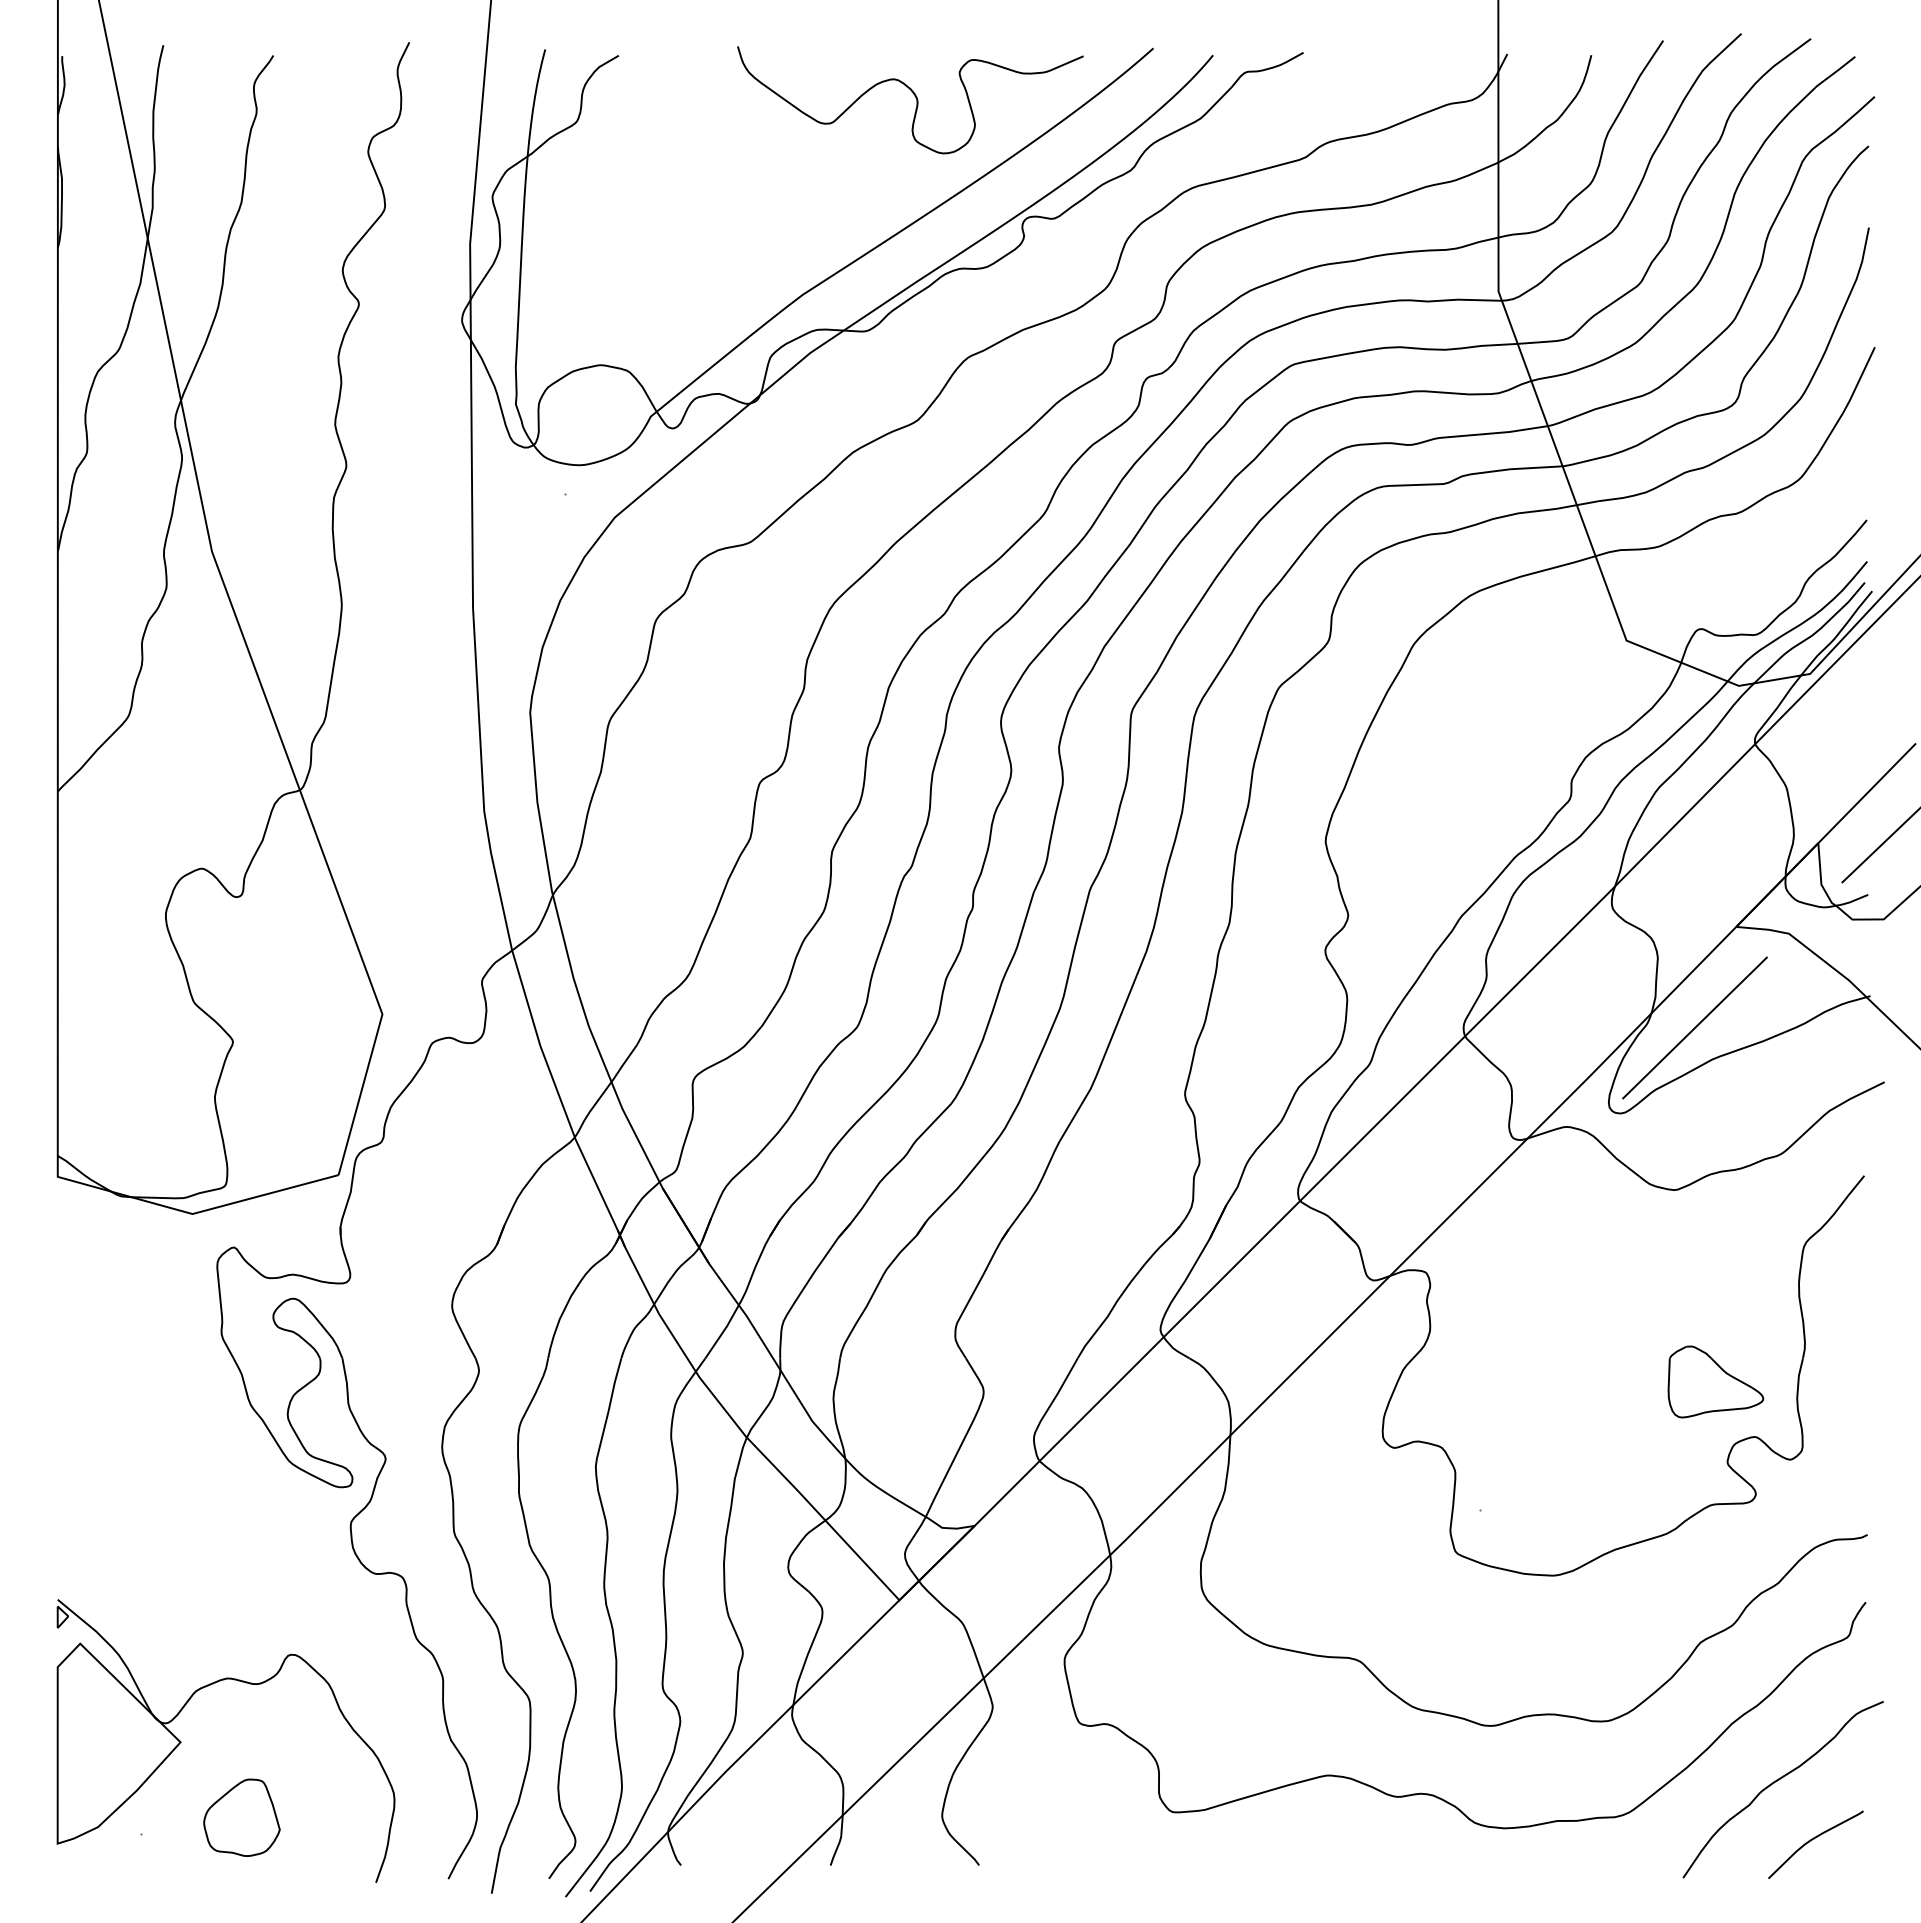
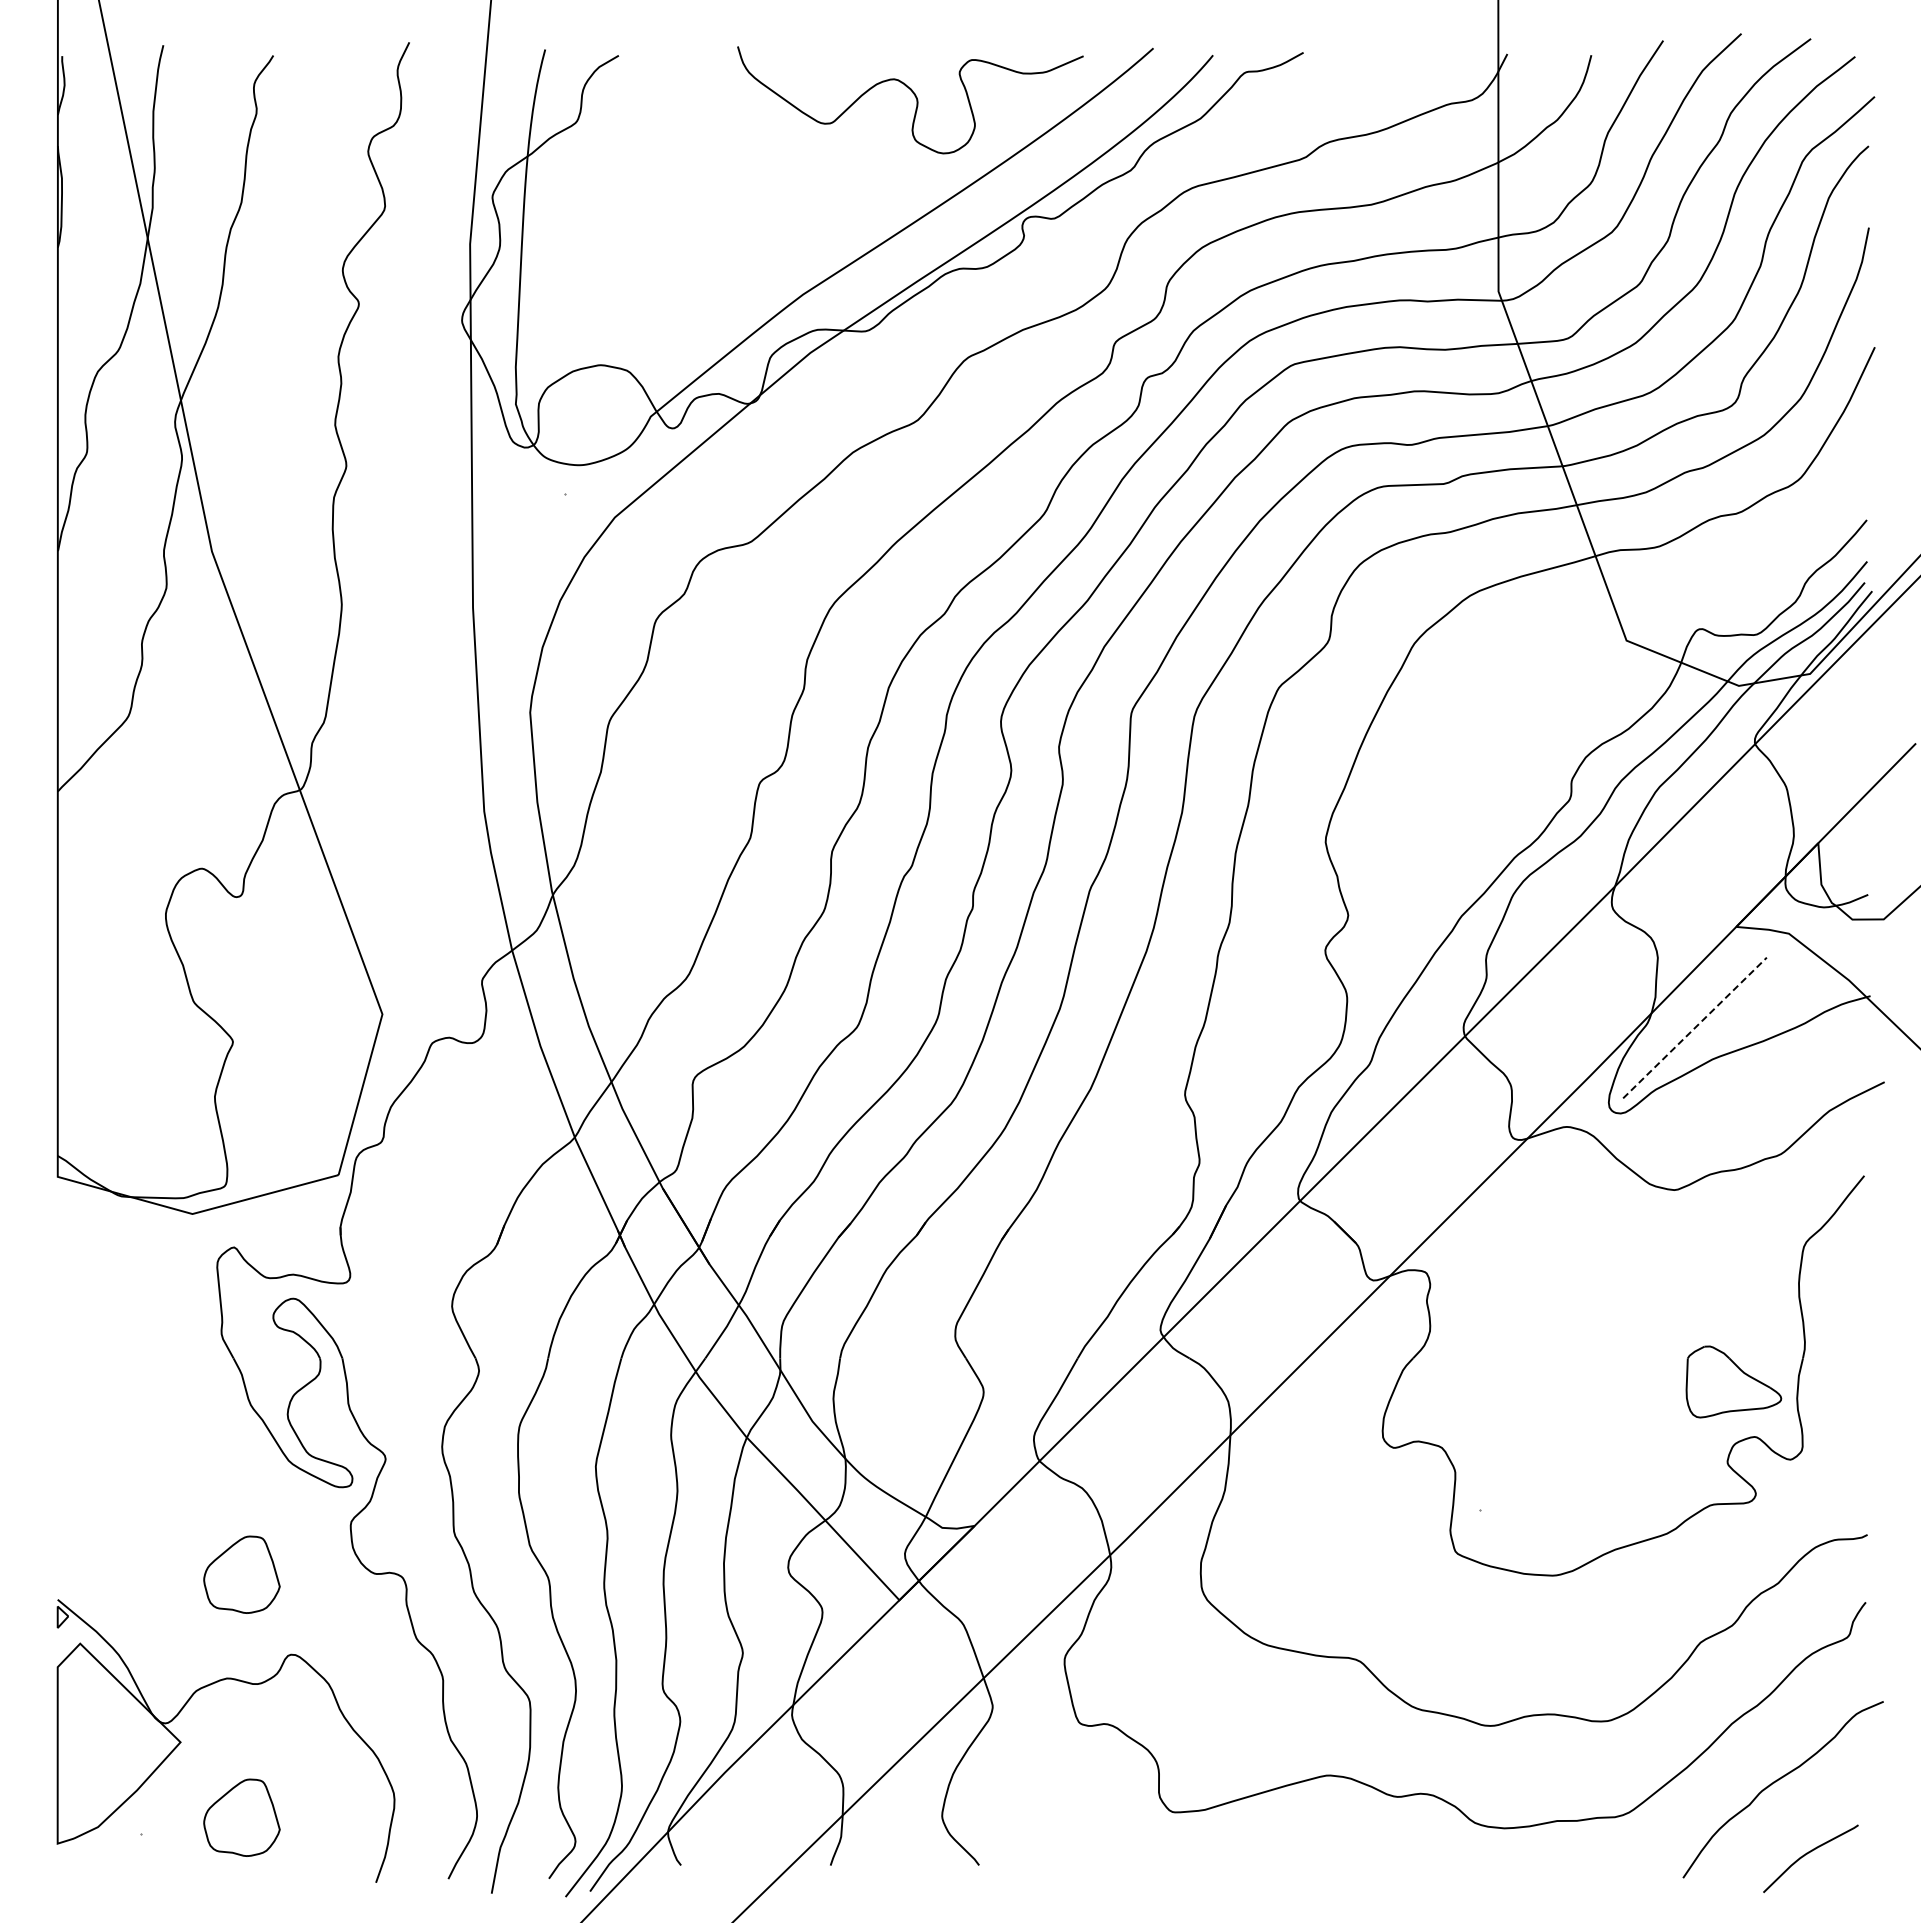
line at (1879, 846): present -> none
line at (1695, 1028): solid -> dashed
part at (1715, 1381) position: (1715, 1381) -> (1733, 1381)
part at (241, 1574): none -> present
curve at (1812, 1840) position: (1812, 1840) -> (1807, 1854)
